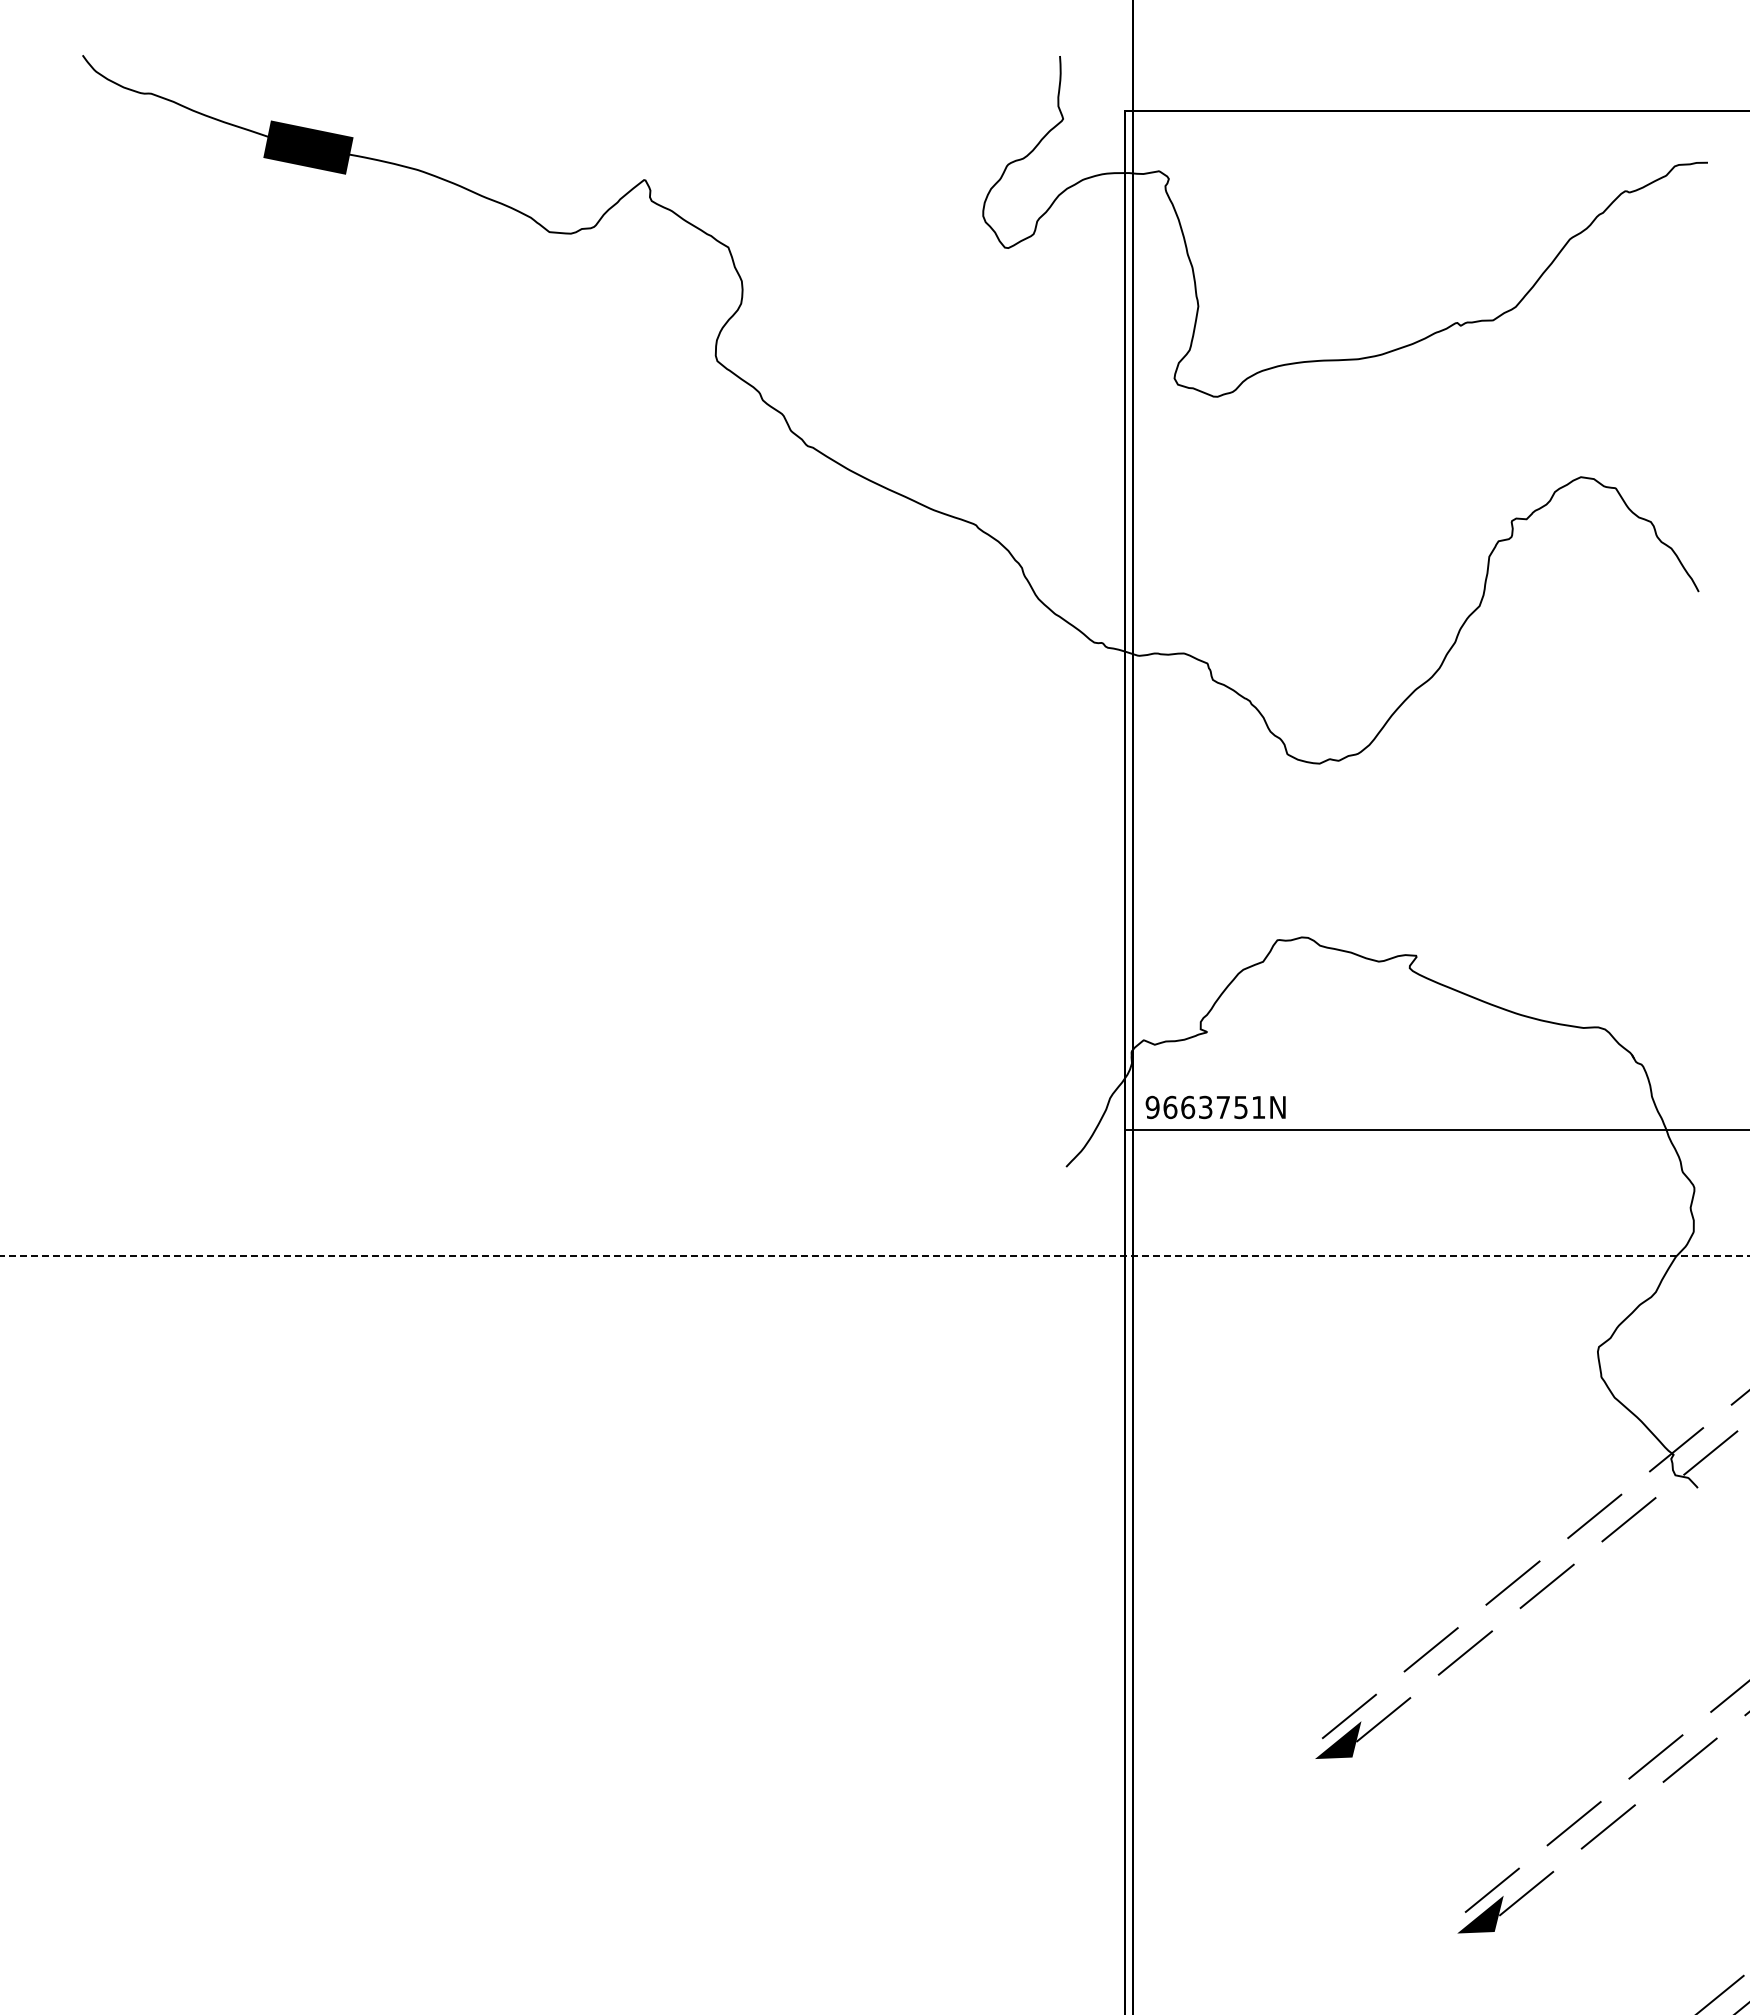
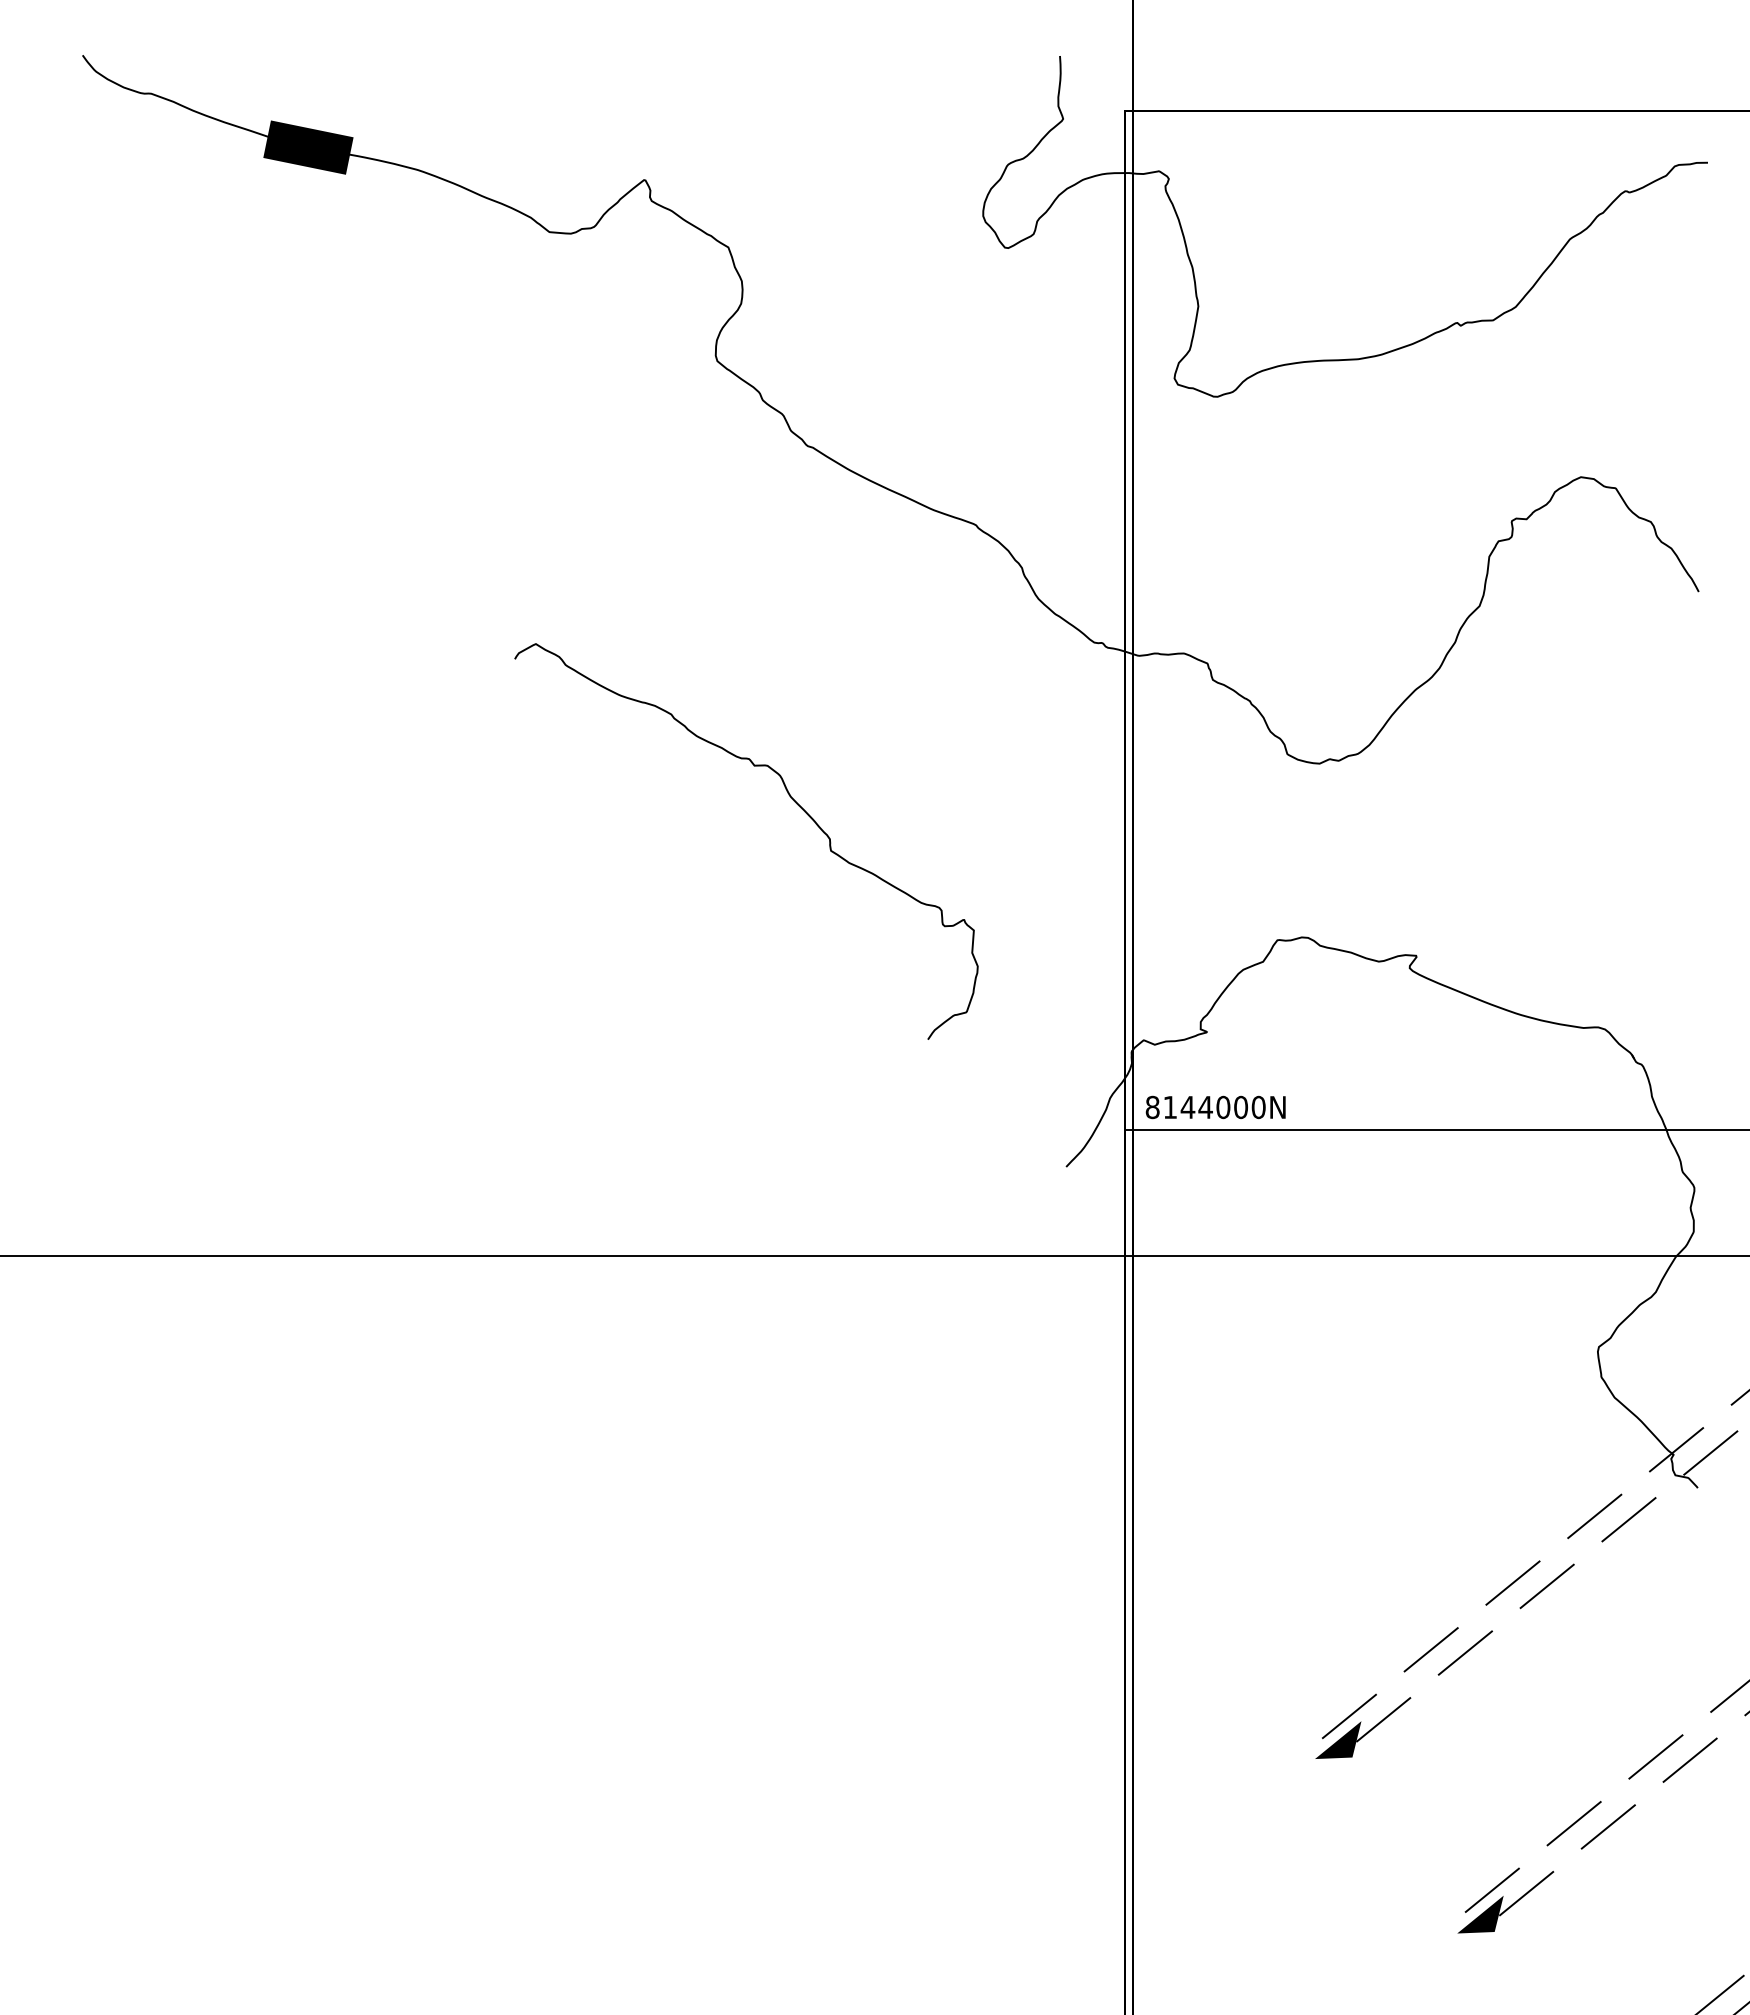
curve at (793, 801): none -> present
text at (1205, 1107): 9663751N -> 8144000N
line at (875, 1256): dashed -> solid
